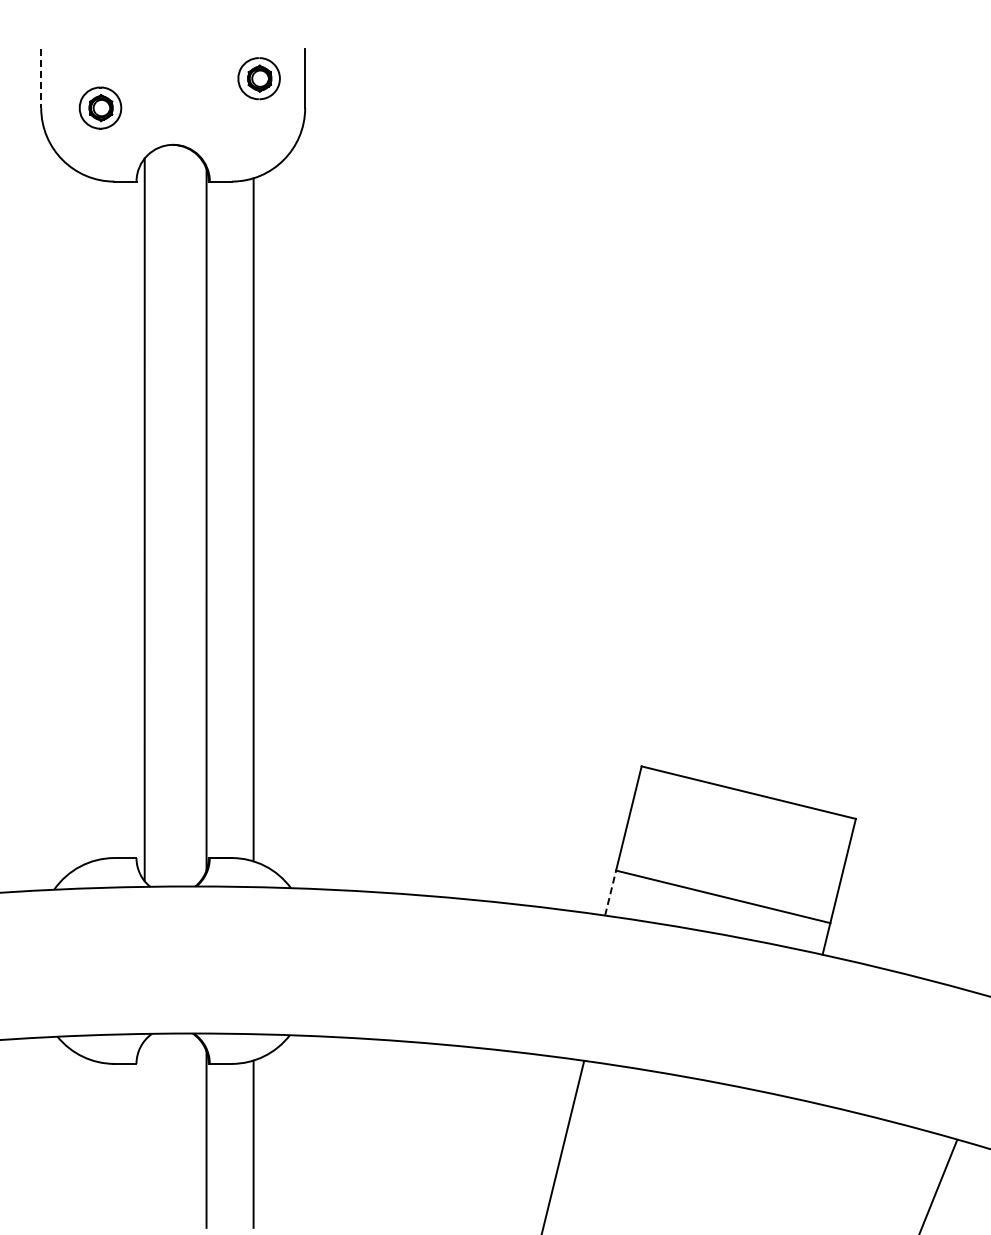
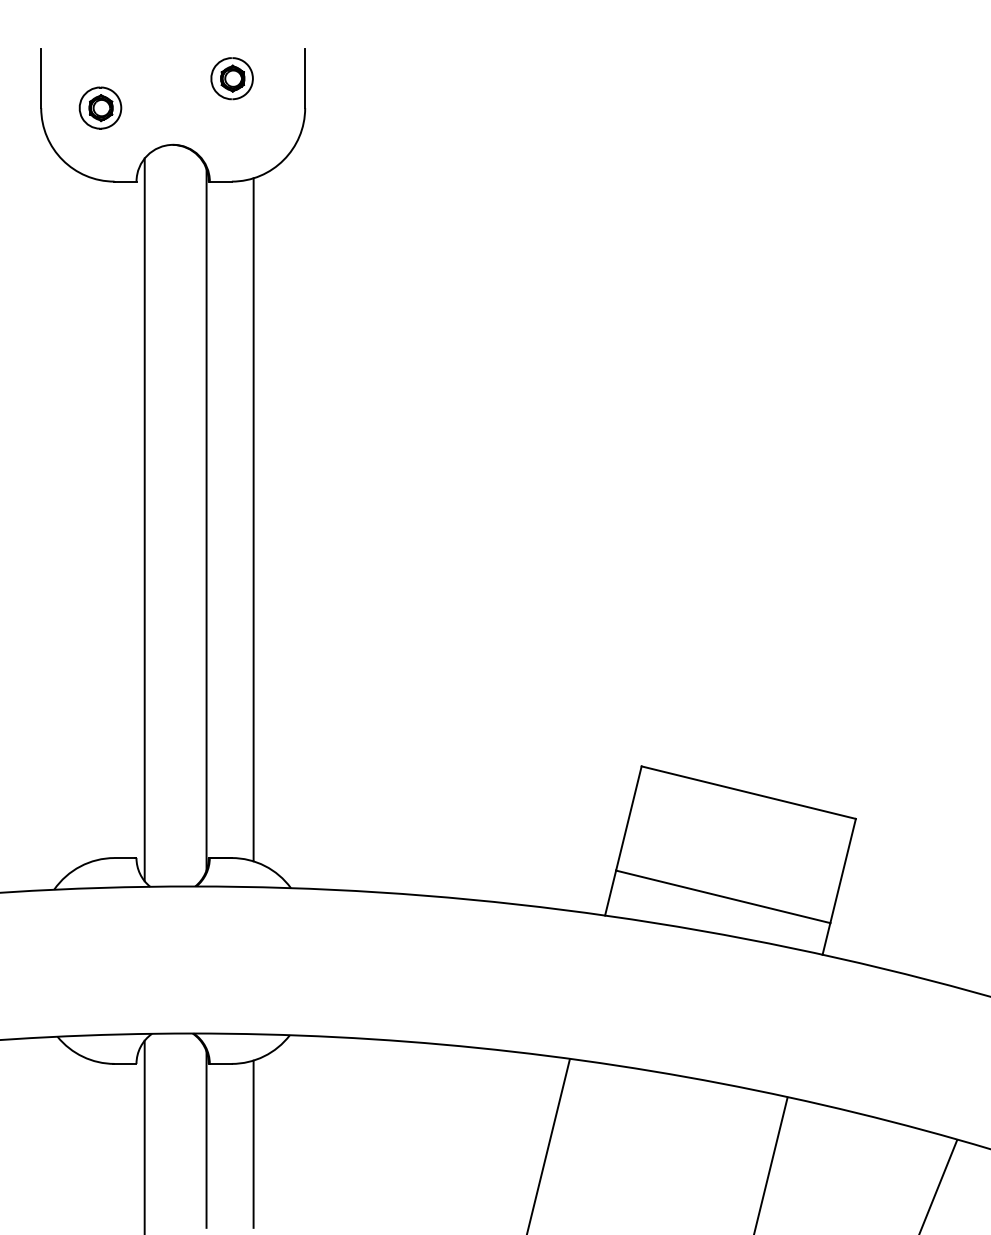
part at (258, 78) position: (258, 78) -> (231, 78)
line at (41, 79): dashed -> solid
line at (610, 892): dashed -> solid
line at (144, 1135): none -> present
line at (562, 1146) position: (562, 1146) -> (548, 1145)
line at (770, 1164): none -> present
